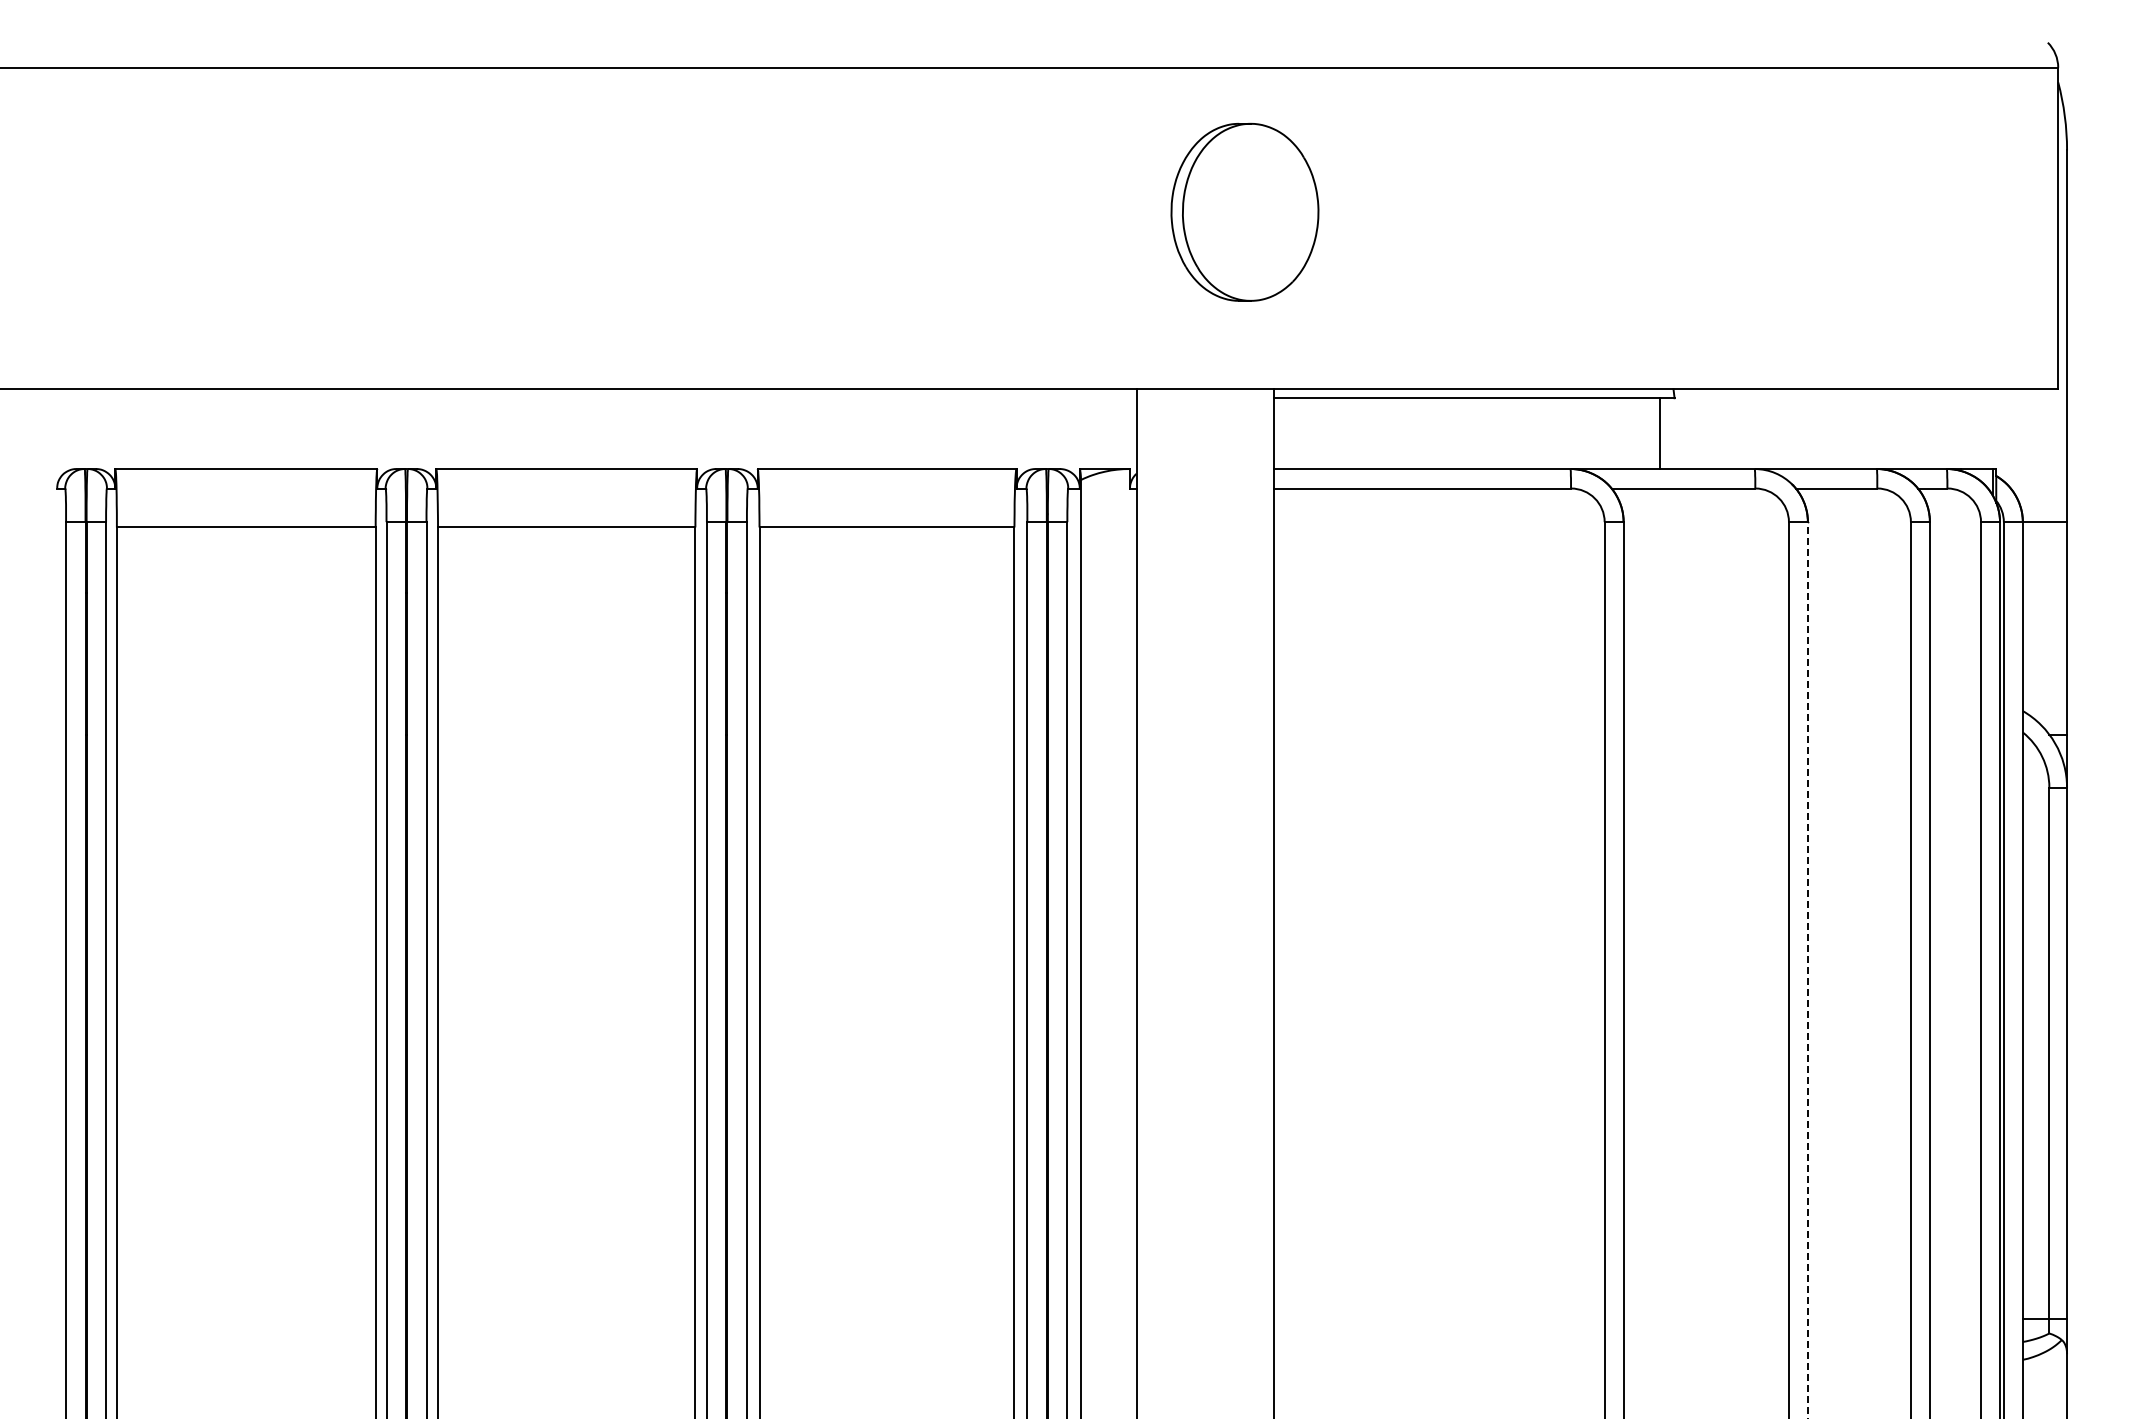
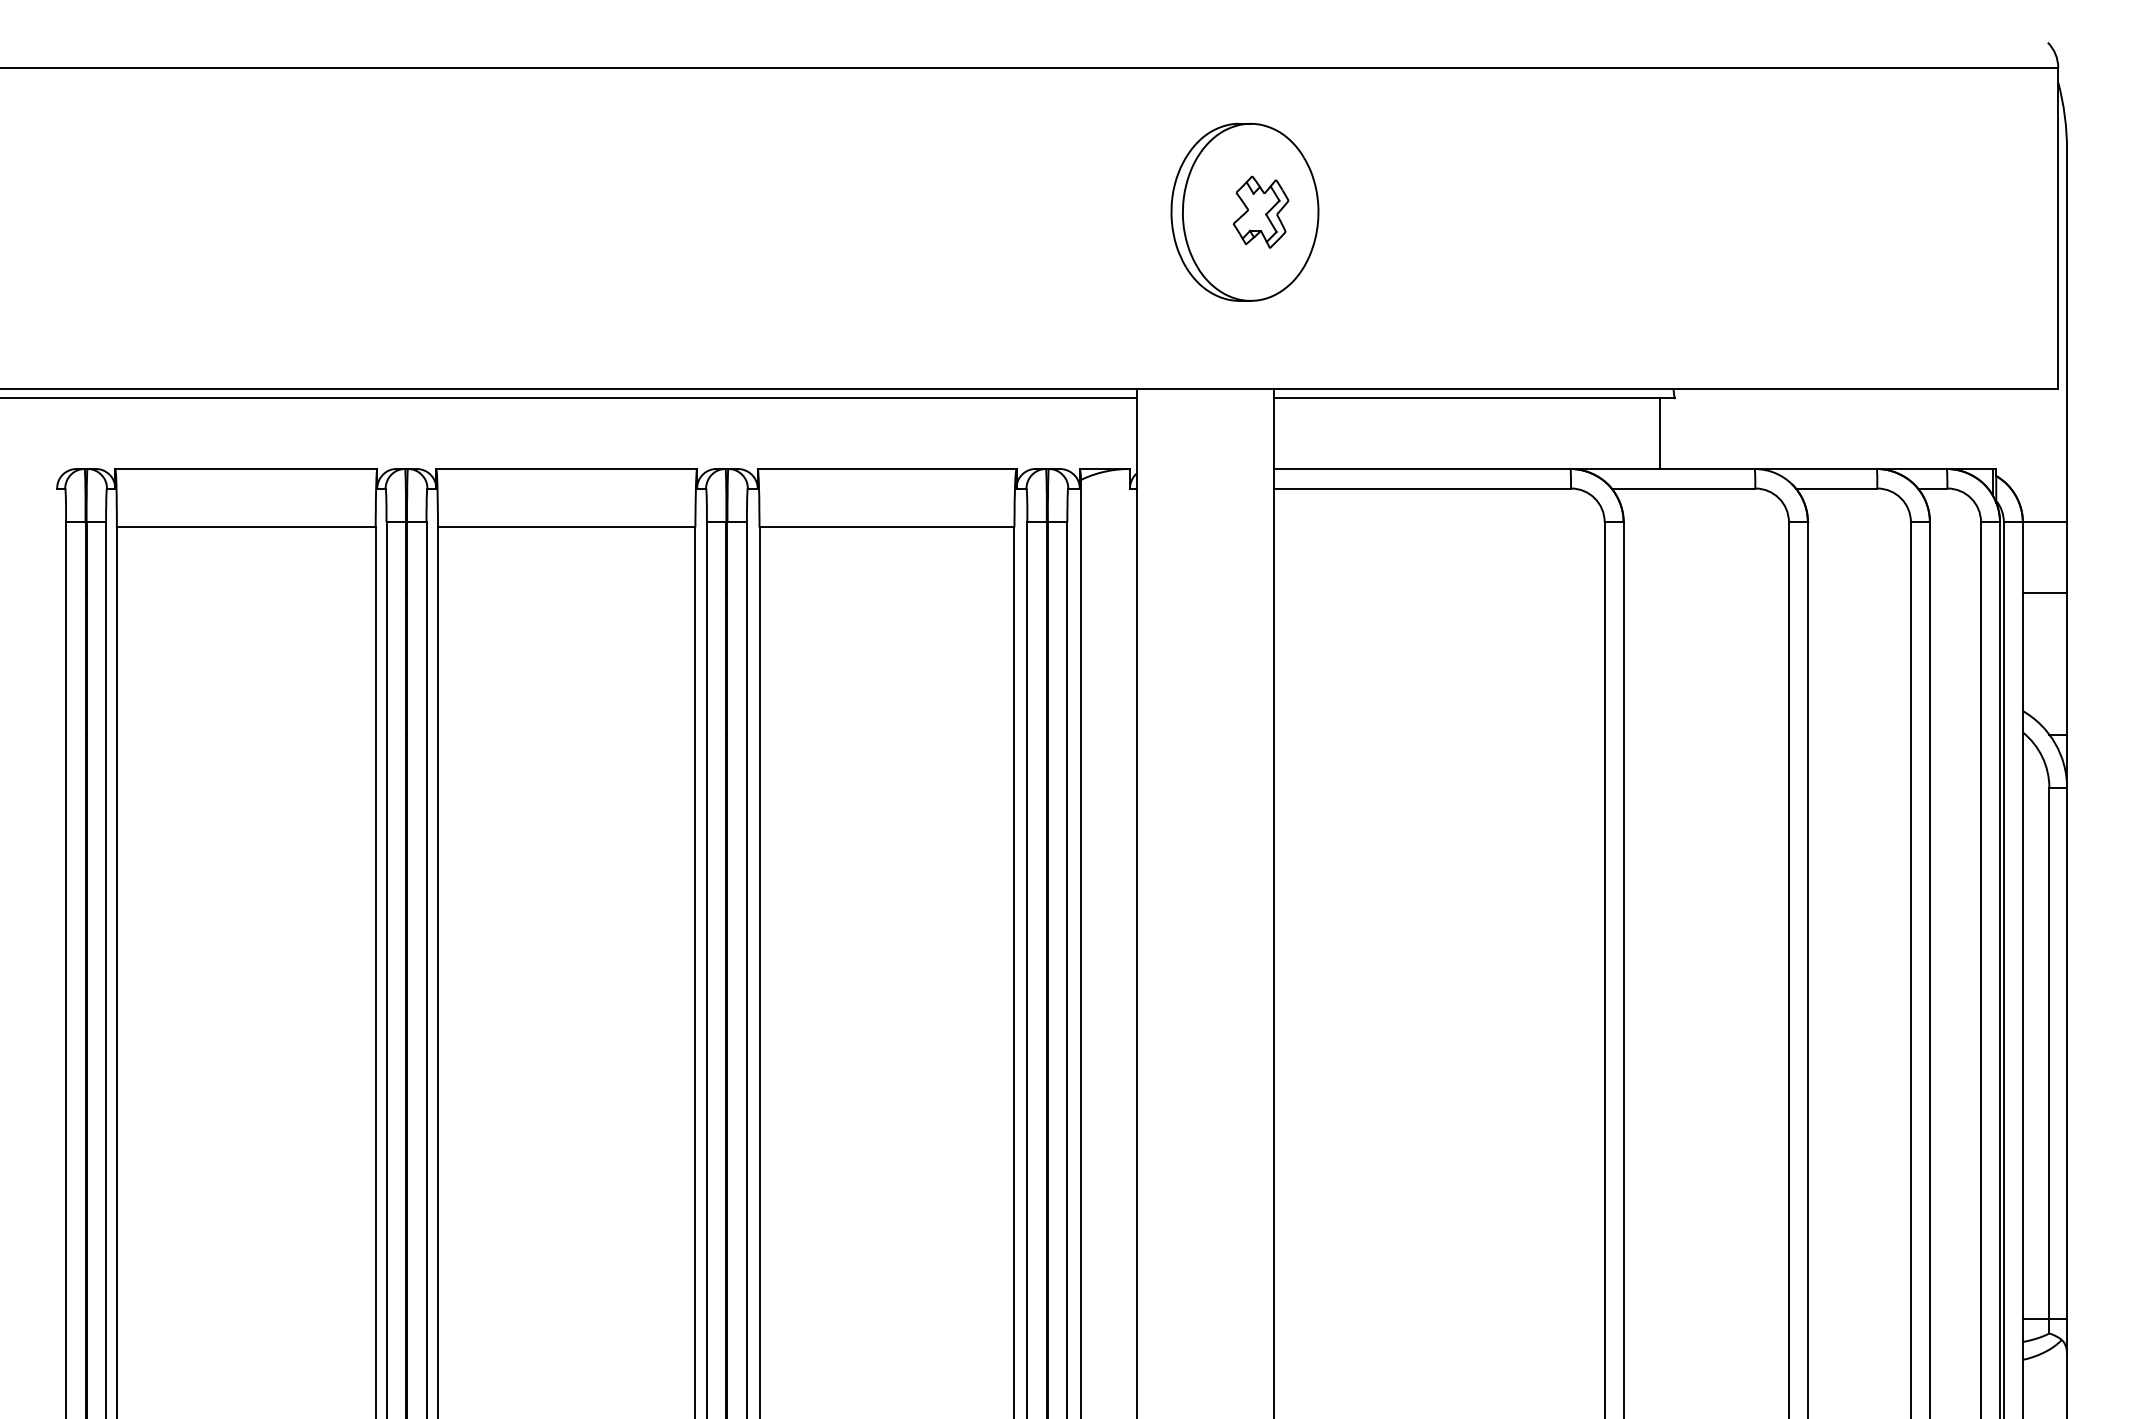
part at (1260, 211): none -> present
line at (569, 398): none -> present
line at (2044, 592): none -> present
line at (1807, 970): dashed -> solid
